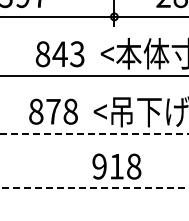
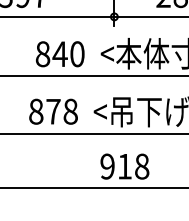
text at (77, 54): 843 -> 840
line at (94, 133): dashed -> solid
text at (116, 166) position: (116, 166) -> (124, 166)
line at (94, 188): dashed -> solid
